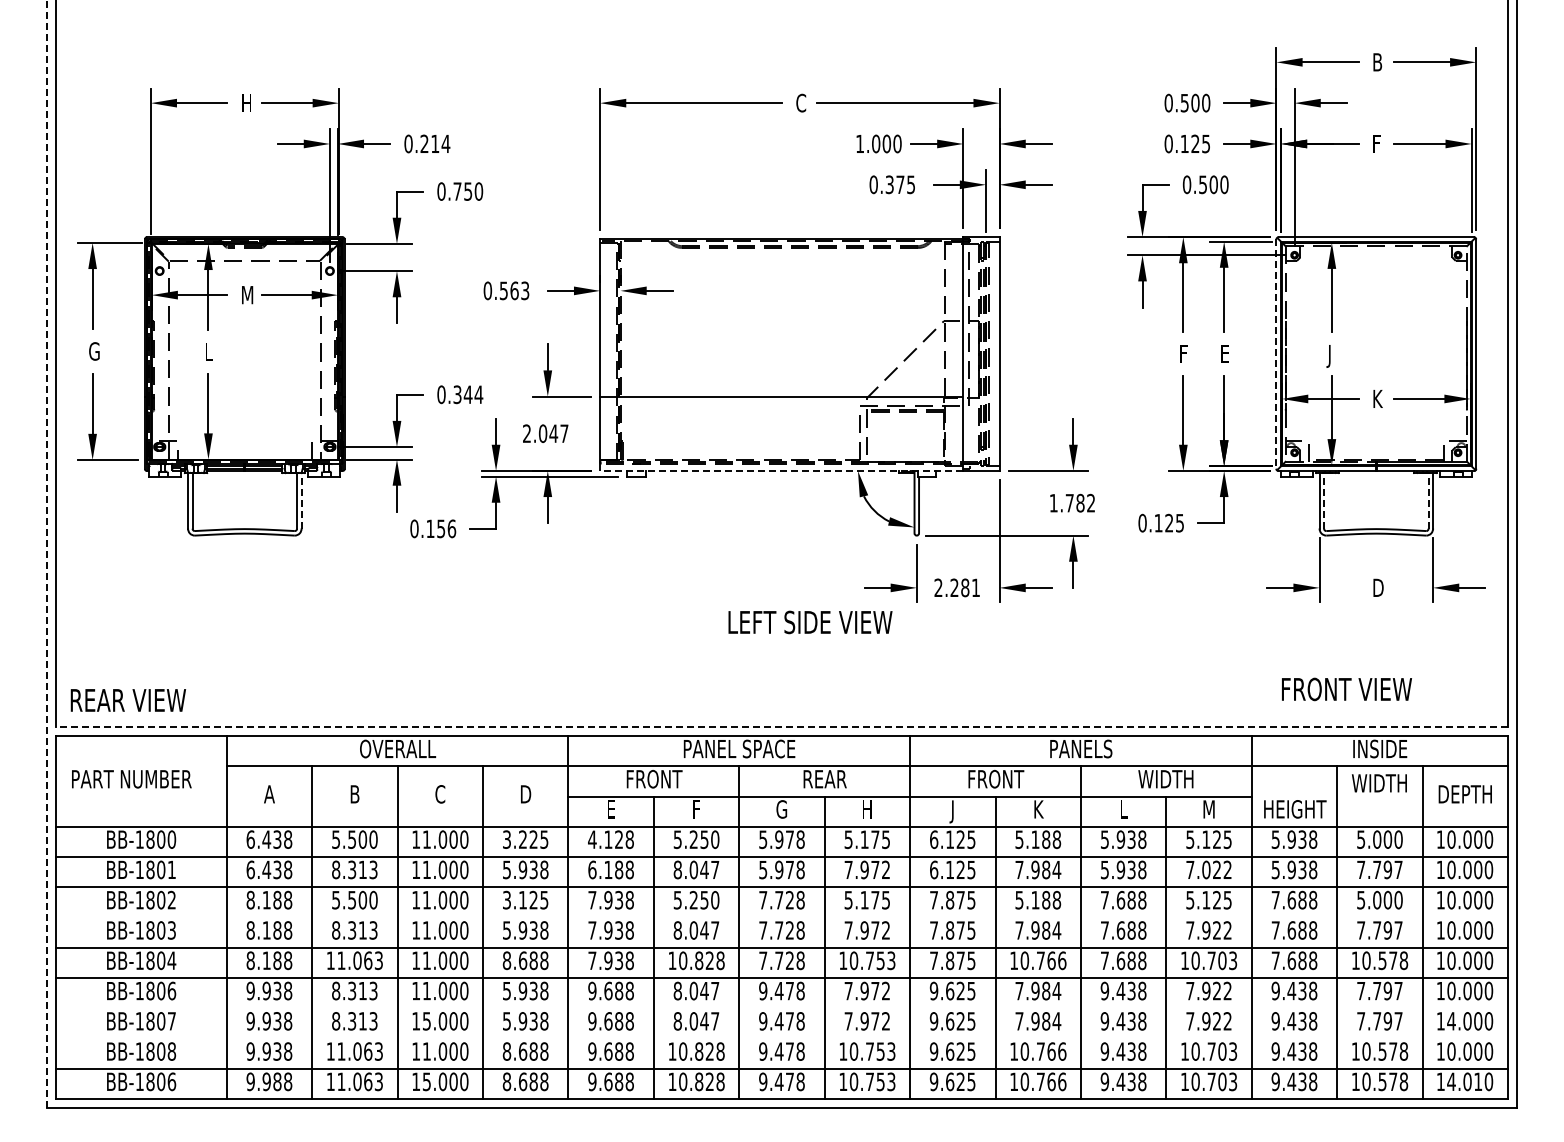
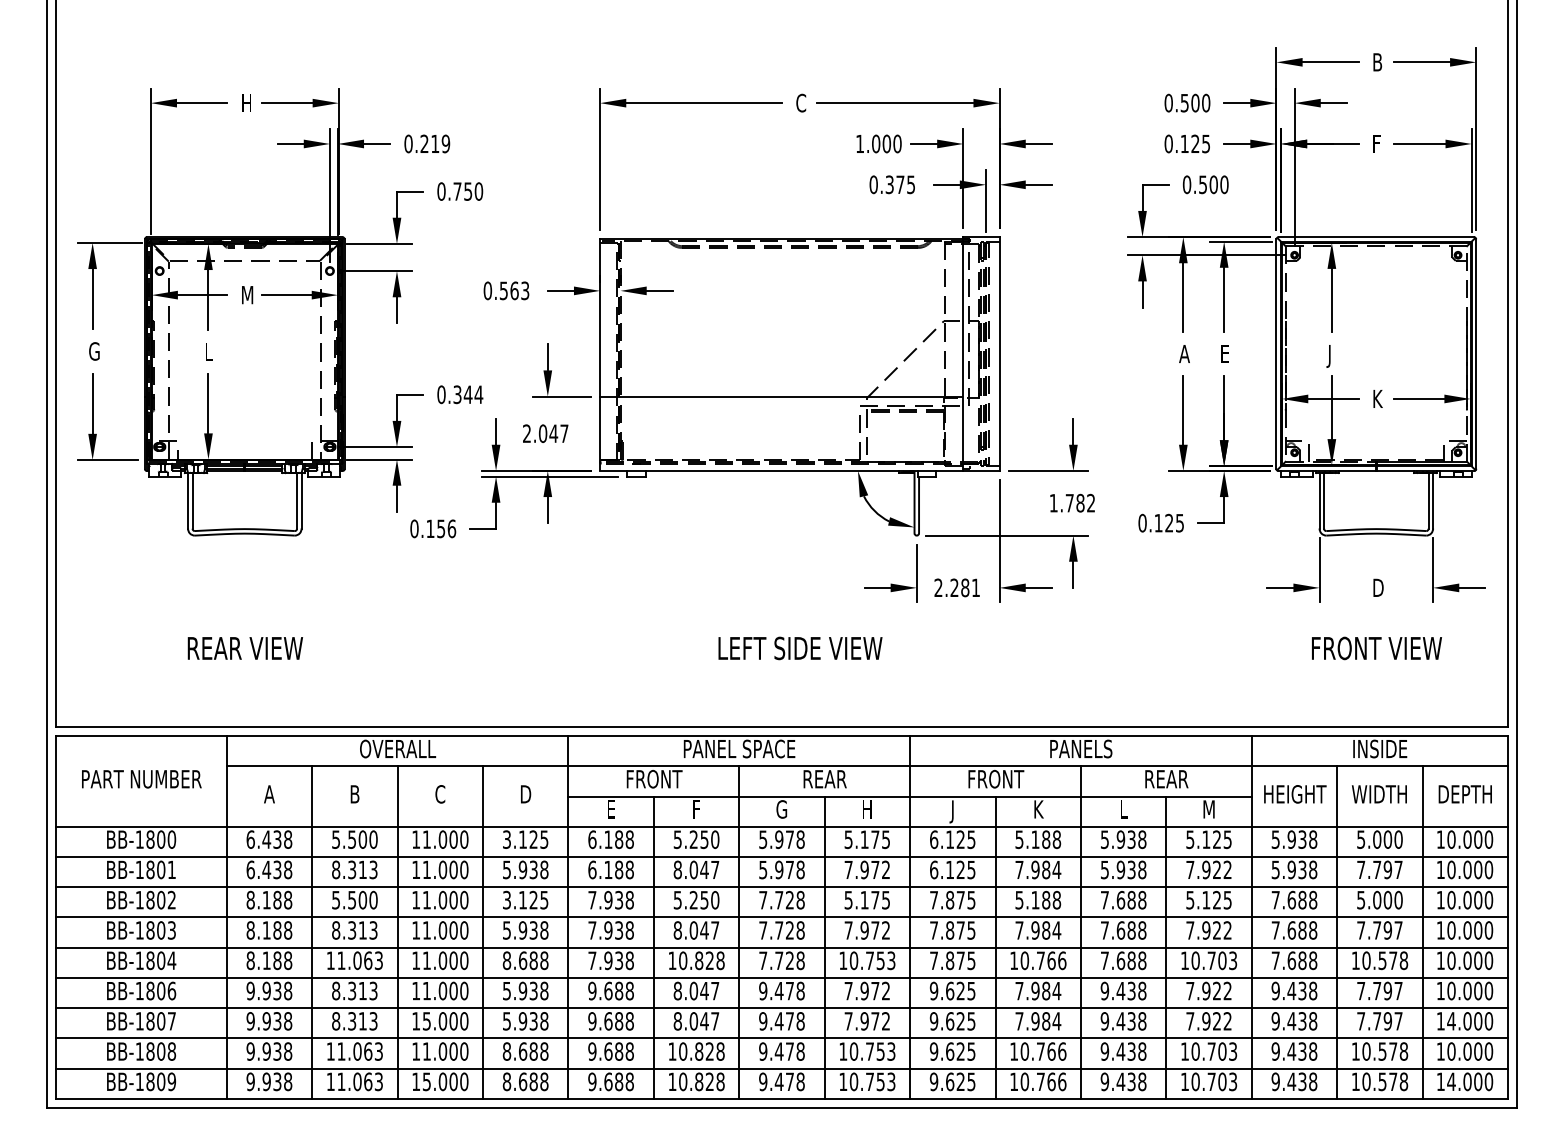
text at (445, 143): 0.214 -> 0.219
text at (1184, 353): F -> A
line at (1276, 354): dashed -> solid
line at (781, 470): dashed -> solid
line at (301, 501): dashed -> solid
line at (1324, 501): dashed -> solid
line at (1428, 501): dashed -> solid
line at (46, 553): dashed -> solid
text at (810, 622) position: (810, 622) -> (800, 648)
text at (1346, 689) position: (1346, 689) -> (1376, 648)
text at (127, 700) position: (127, 700) -> (244, 648)
line at (781, 727): dashed -> solid
text at (131, 779) position: (131, 779) -> (141, 779)
text at (1165, 779): WIDTH -> REAR
text at (1379, 783) position: (1379, 783) -> (1379, 794)
text at (1295, 809) position: (1295, 809) -> (1295, 794)
text at (522, 839): 3.225 -> 3.125
text at (605, 839): 4.128 -> 6.188
text at (1206, 870): 7.022 -> 7.922
line at (781, 917): none -> present
line at (781, 1008): none -> present
line at (781, 1038): none -> present
text at (171, 1081): BB-1806 -> BB-1809
text at (277, 1081): 9.988 -> 9.938
text at (1478, 1081): 14.010 -> 14.000
